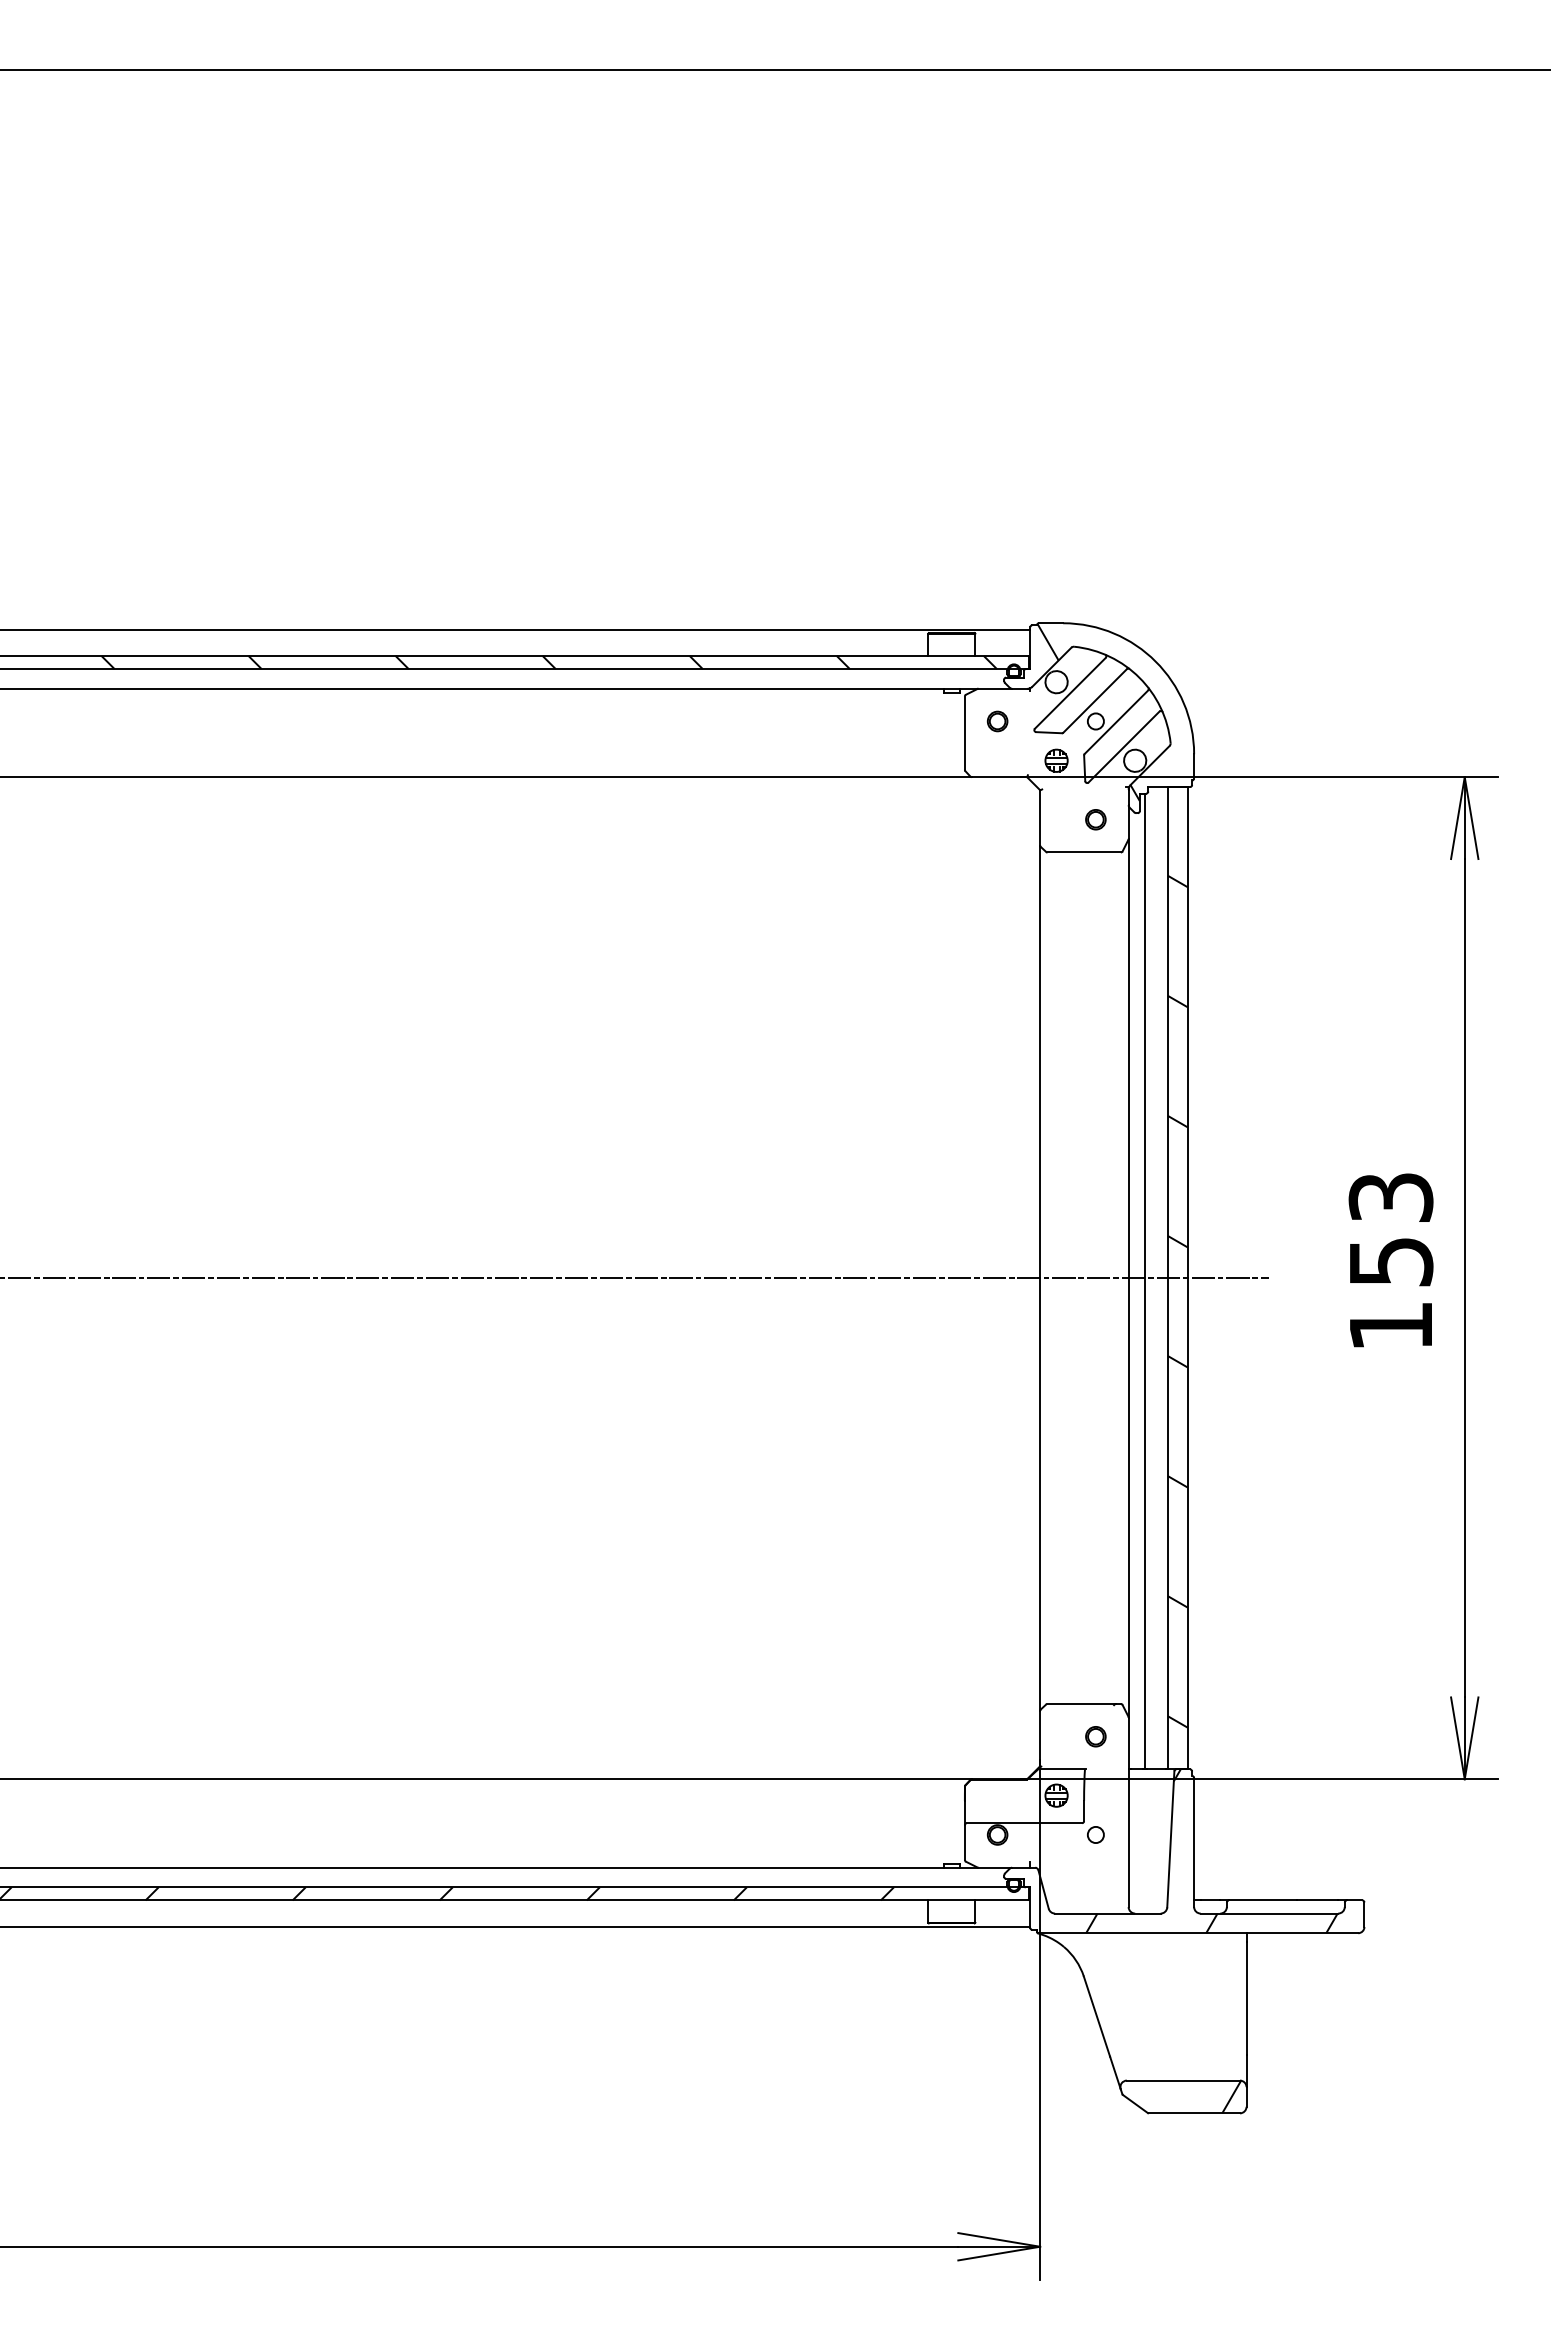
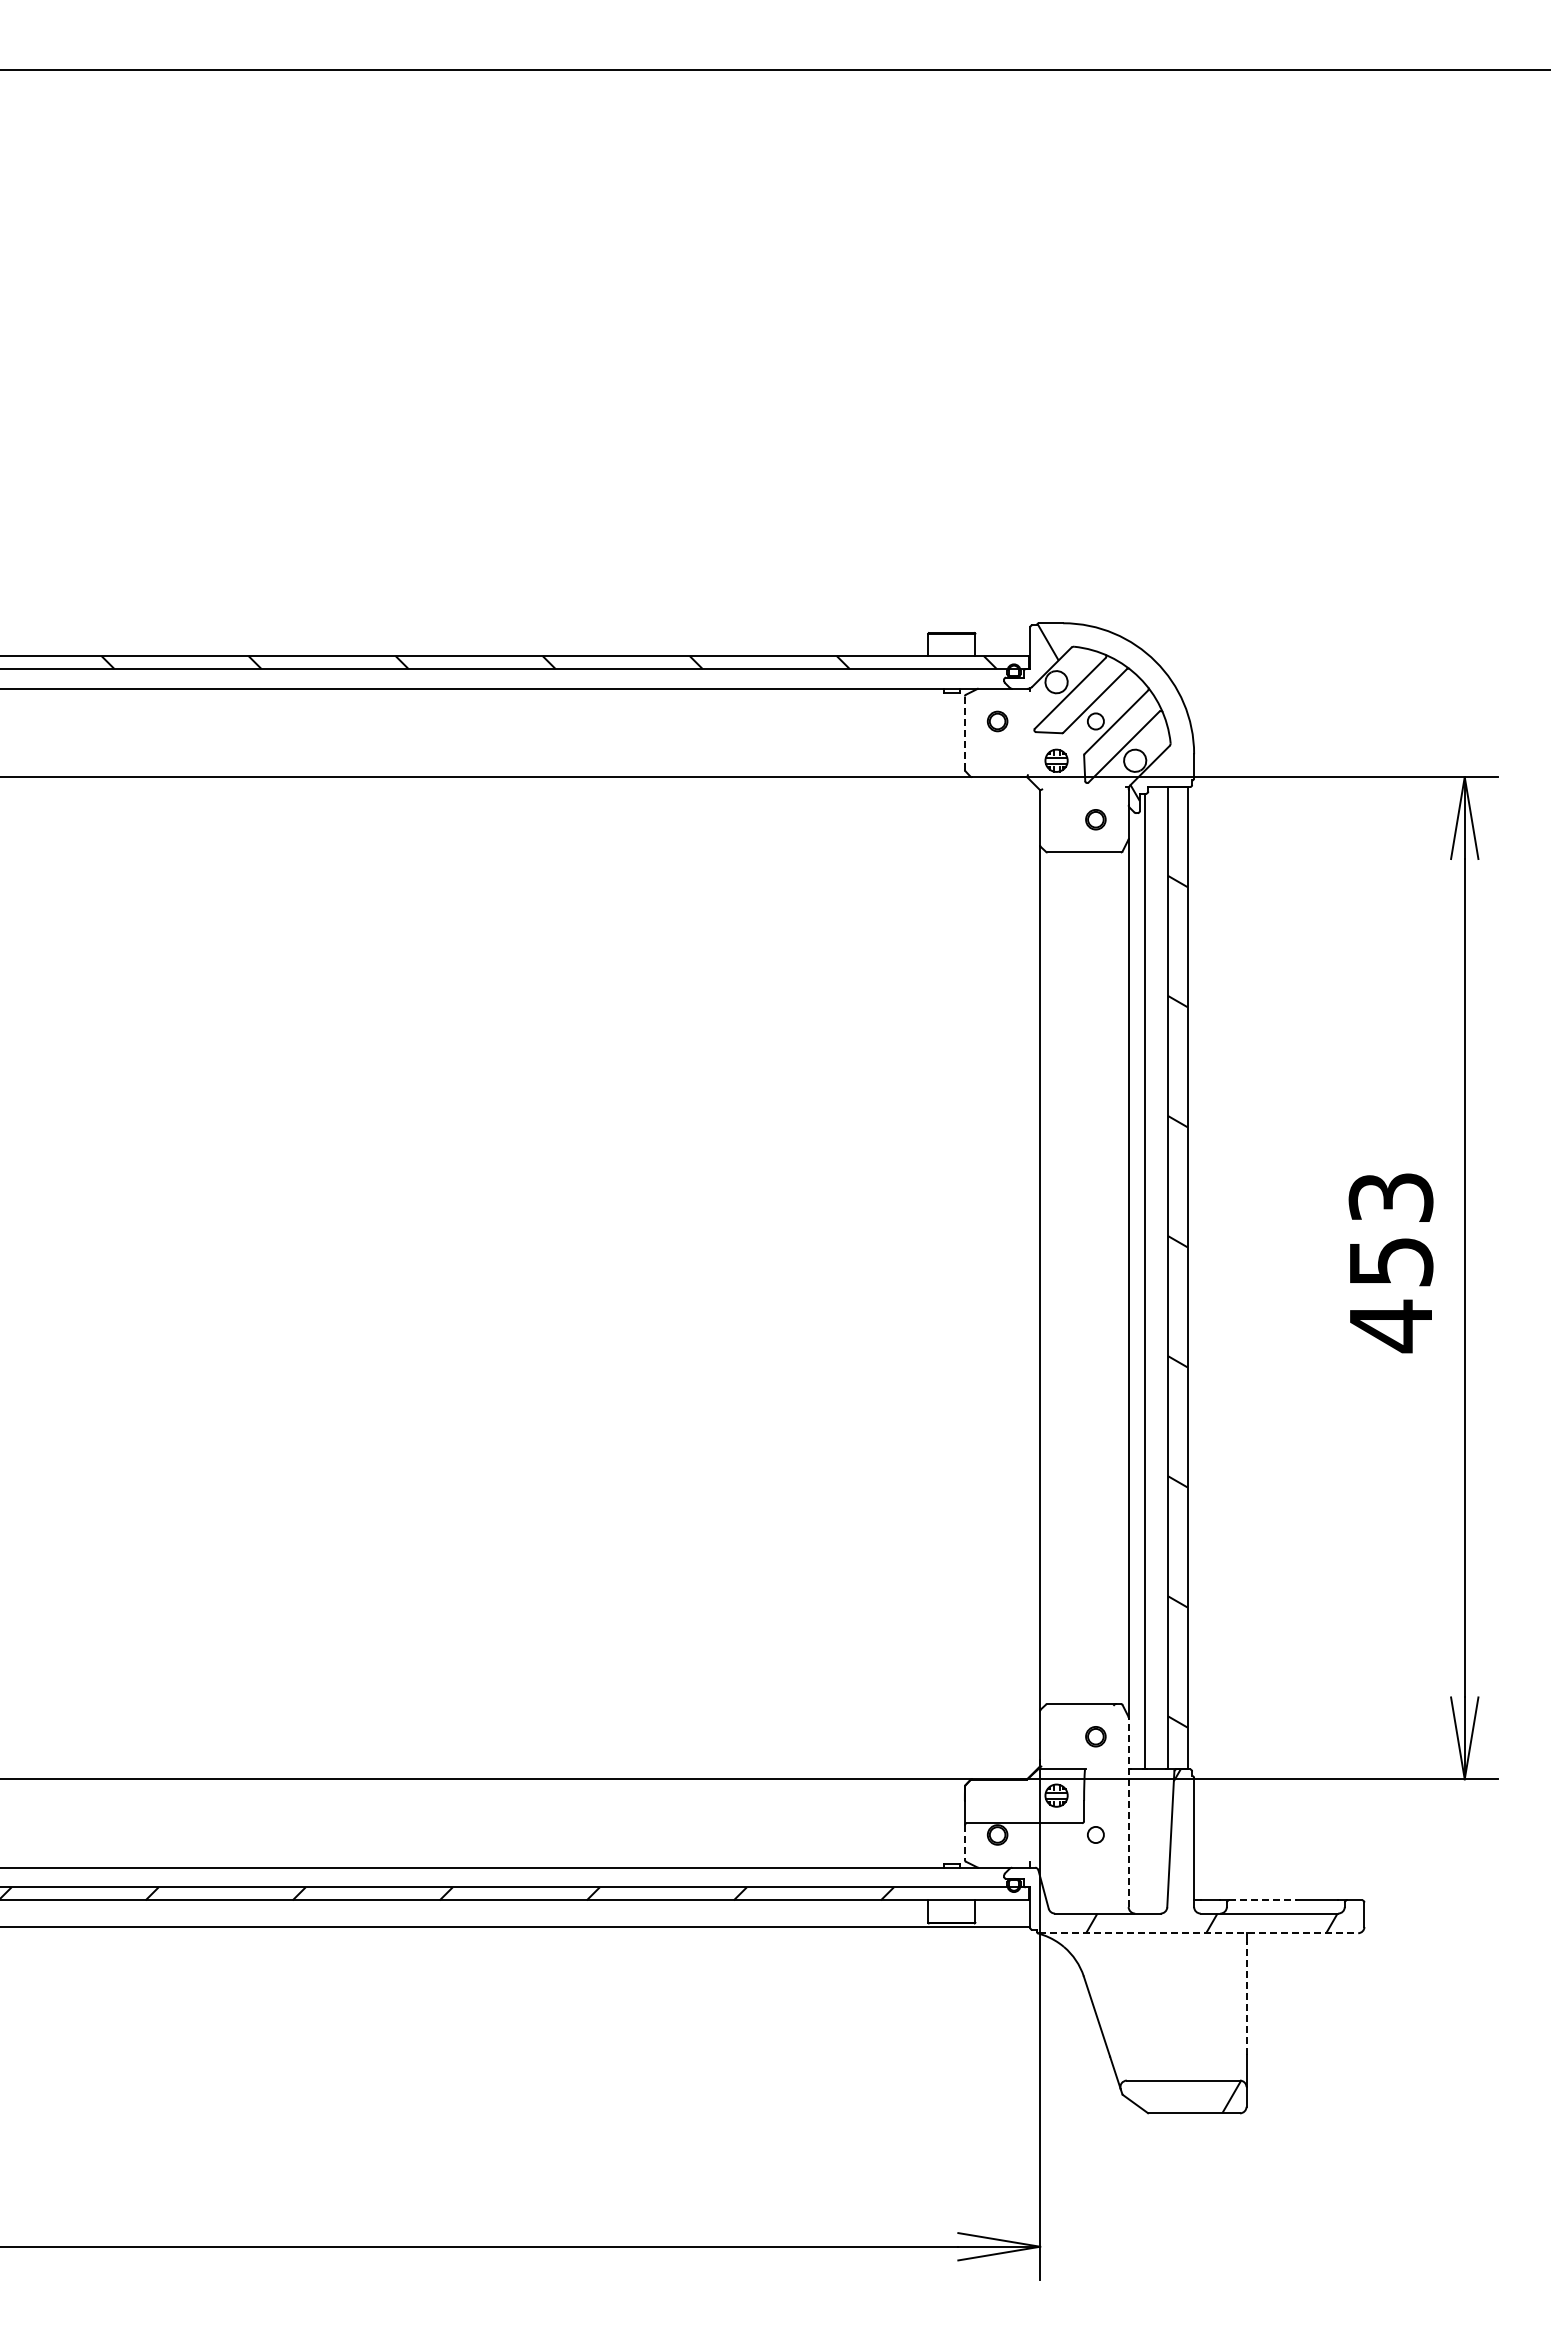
line at (516, 629): present -> none
line at (964, 733): solid -> dashed
line at (635, 1278): present -> none
text at (1390, 1326): 153 -> 453
line at (1128, 1812): solid -> dashed
line at (964, 1843): solid -> dashed
line at (1263, 1900): solid -> dashed
line at (1198, 1933): solid -> dashed
line at (1246, 1997): solid -> dashed
